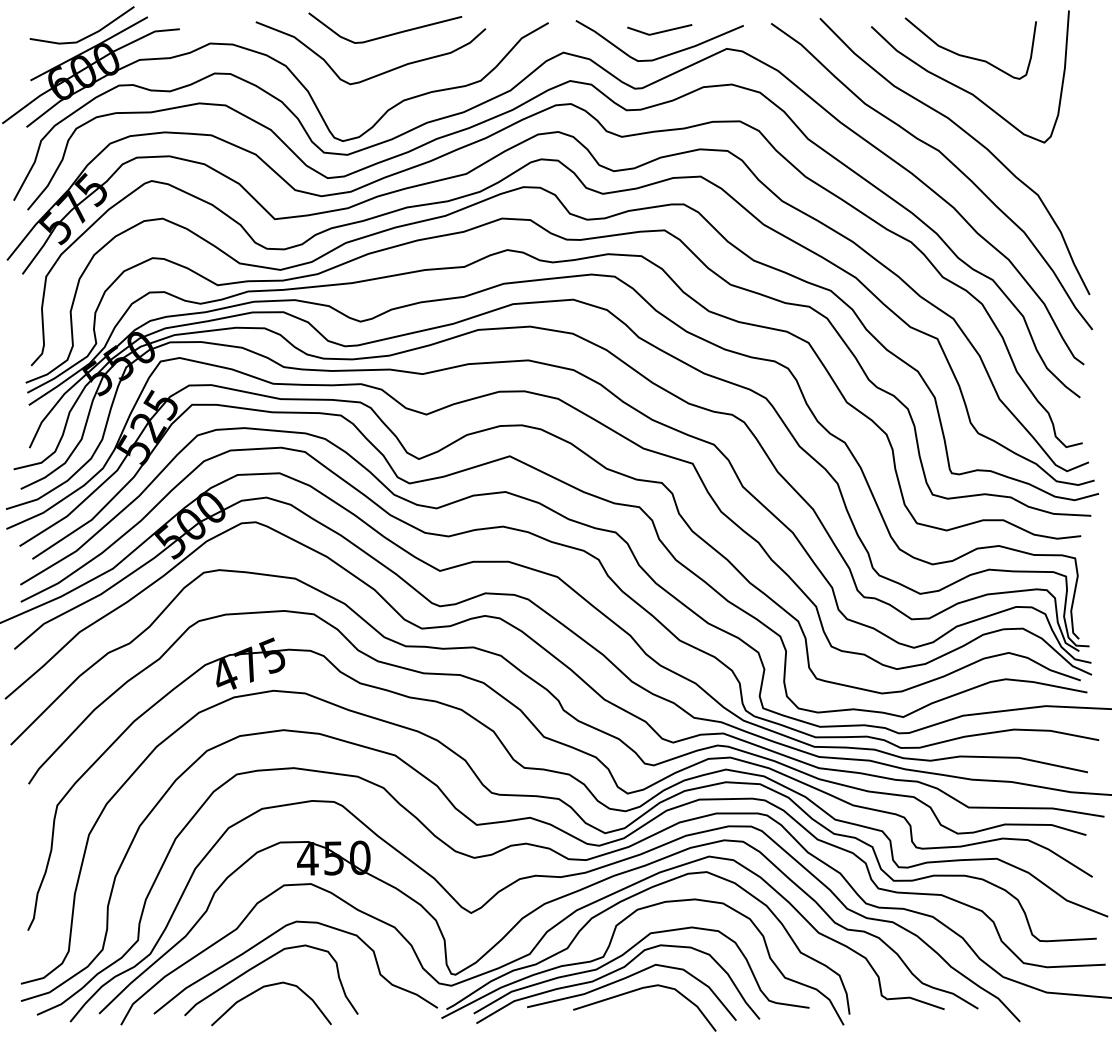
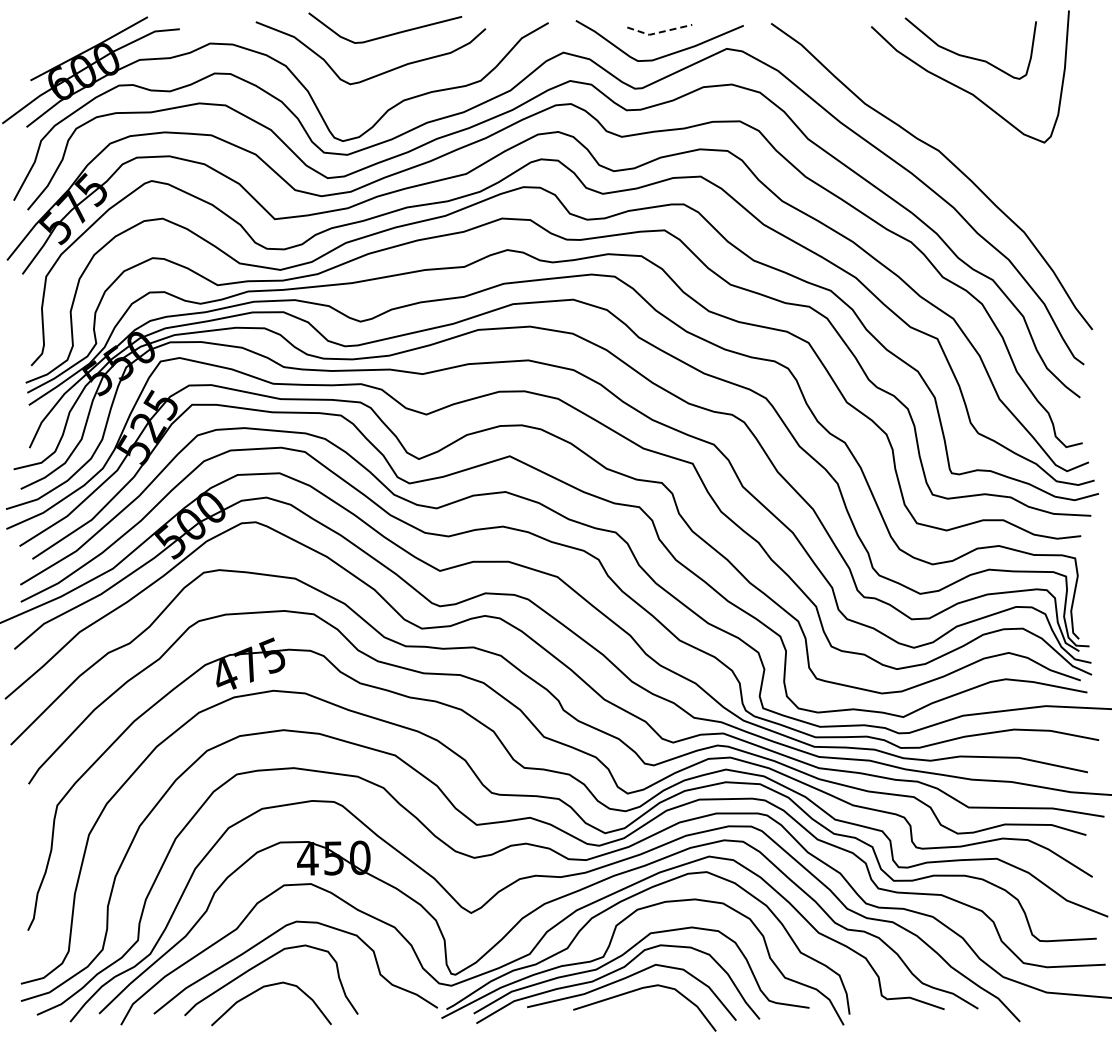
line at (659, 32): solid -> dashed
line at (87, 35): present -> none
curve at (970, 137): present -> none
